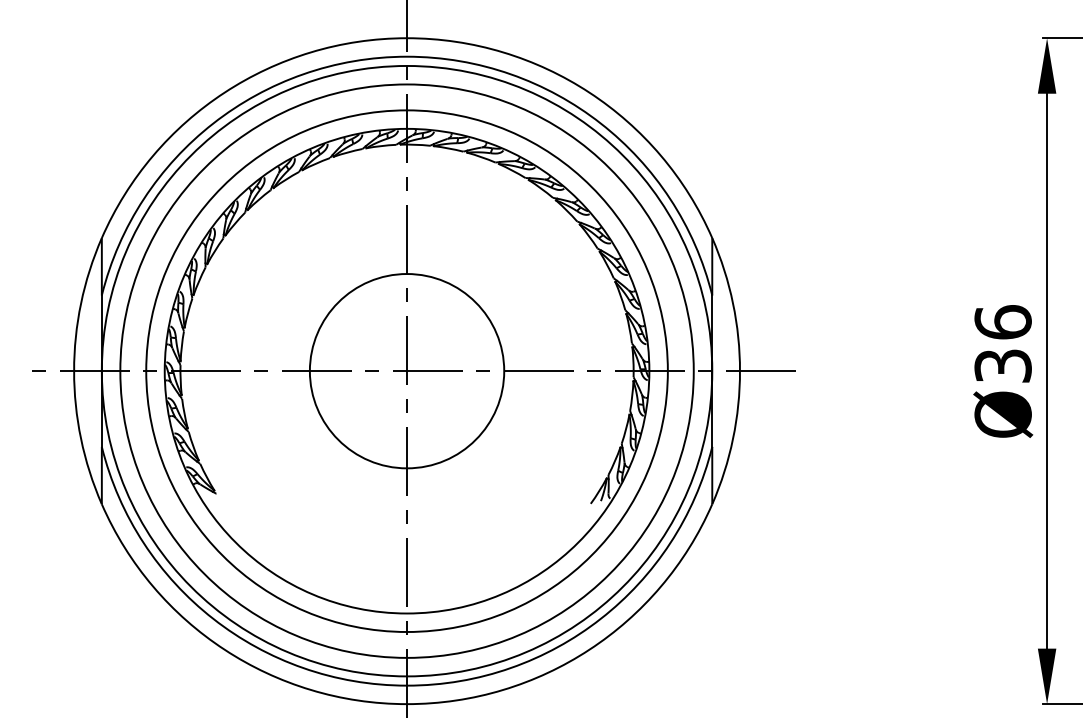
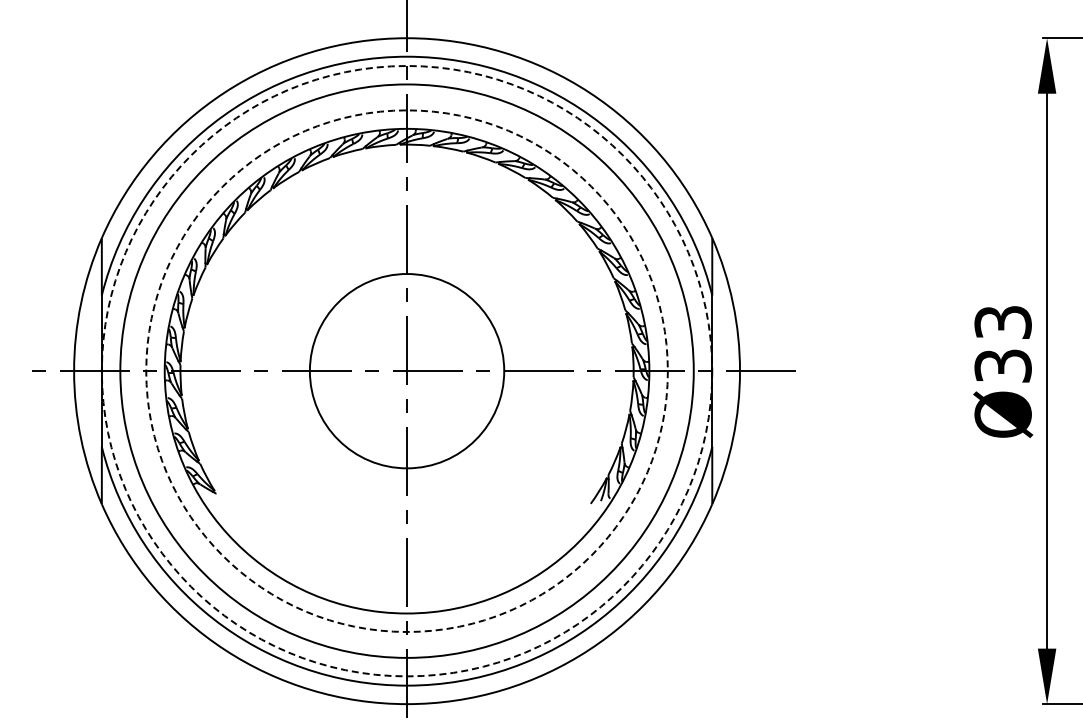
text at (1002, 322): Ø36 -> Ø33
circle at (406, 370): solid -> dashed
circle at (406, 371): solid -> dashed
